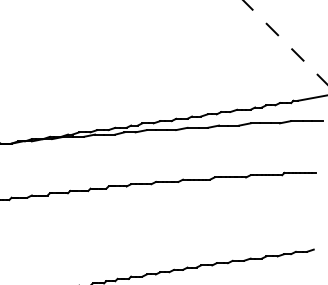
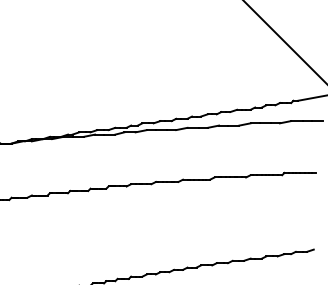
line at (285, 42): dashed -> solid
